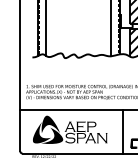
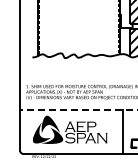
line at (46, 28): present -> none
line at (111, 29): present -> none
line at (78, 109): solid -> dashed
